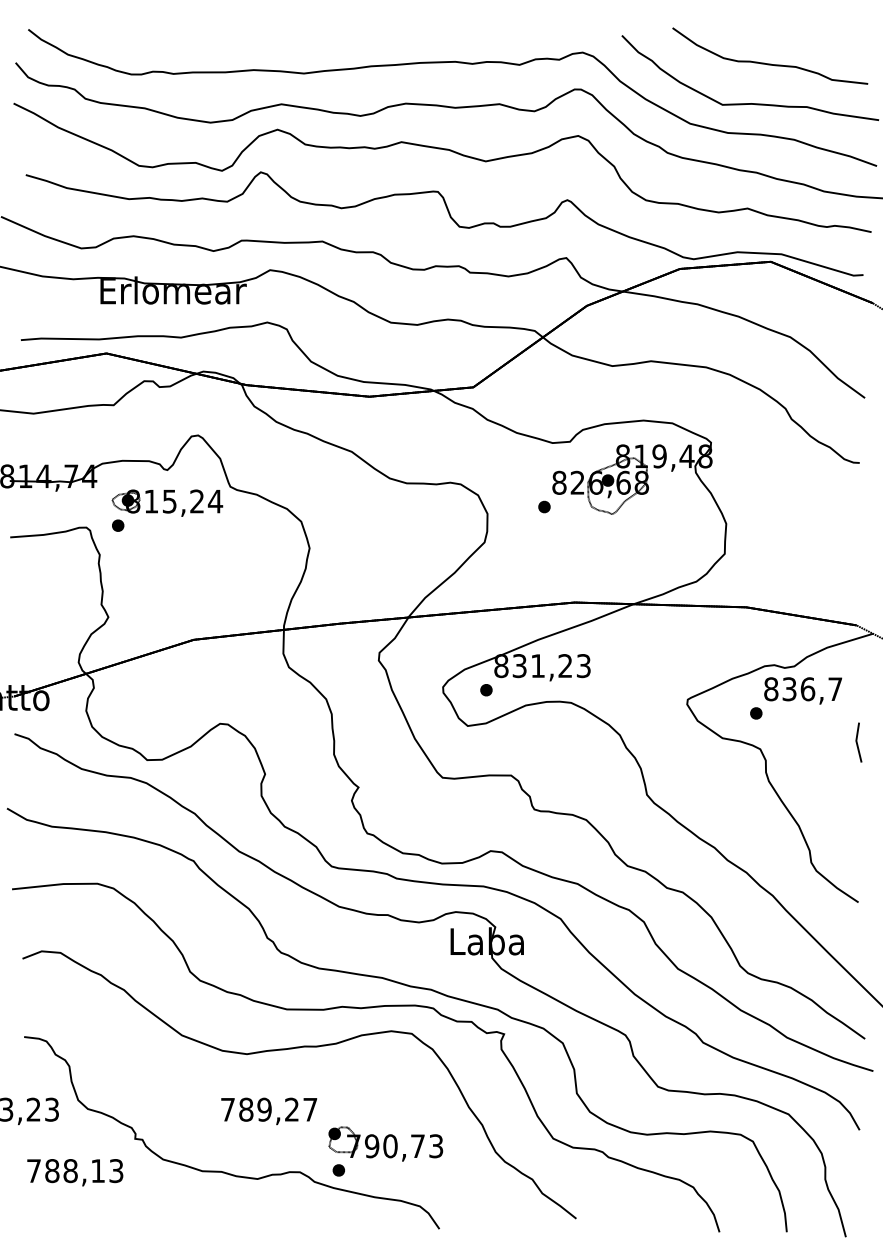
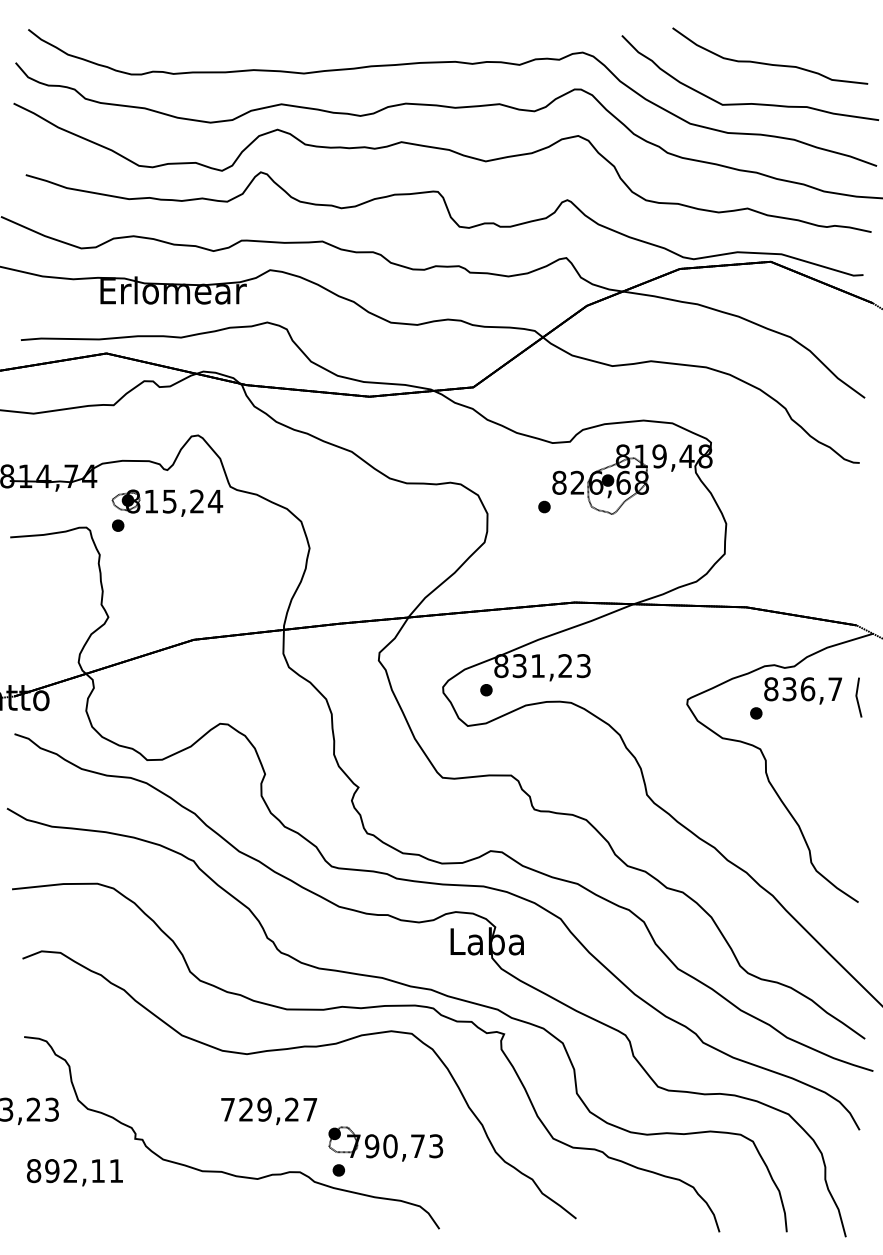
line at (857, 742) position: (857, 742) -> (857, 697)
text at (246, 1109): 789,27 -> 729,27
text at (75, 1171): 788,13 -> 892,11
